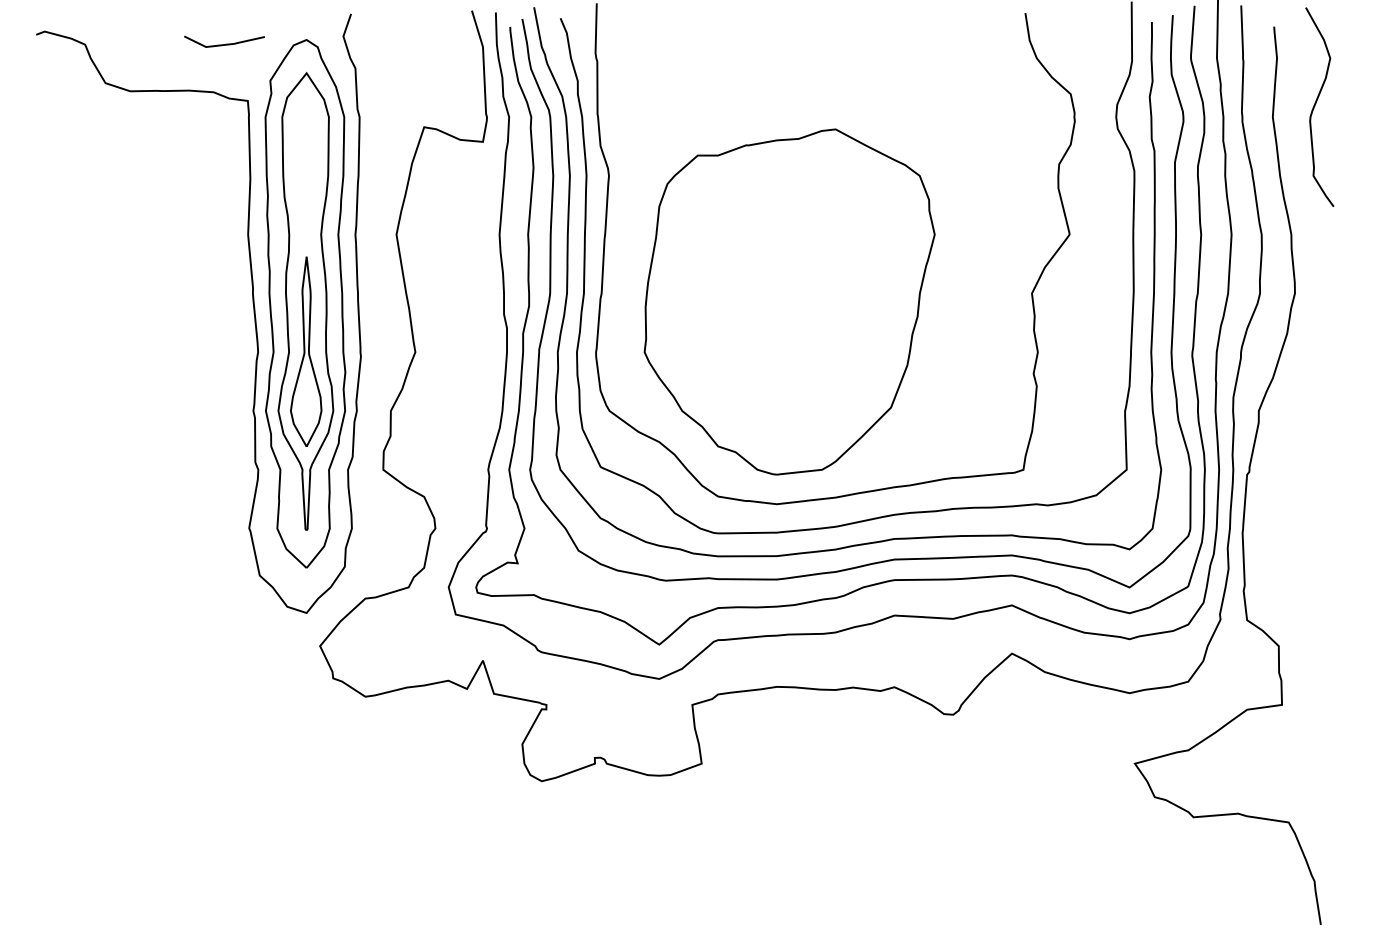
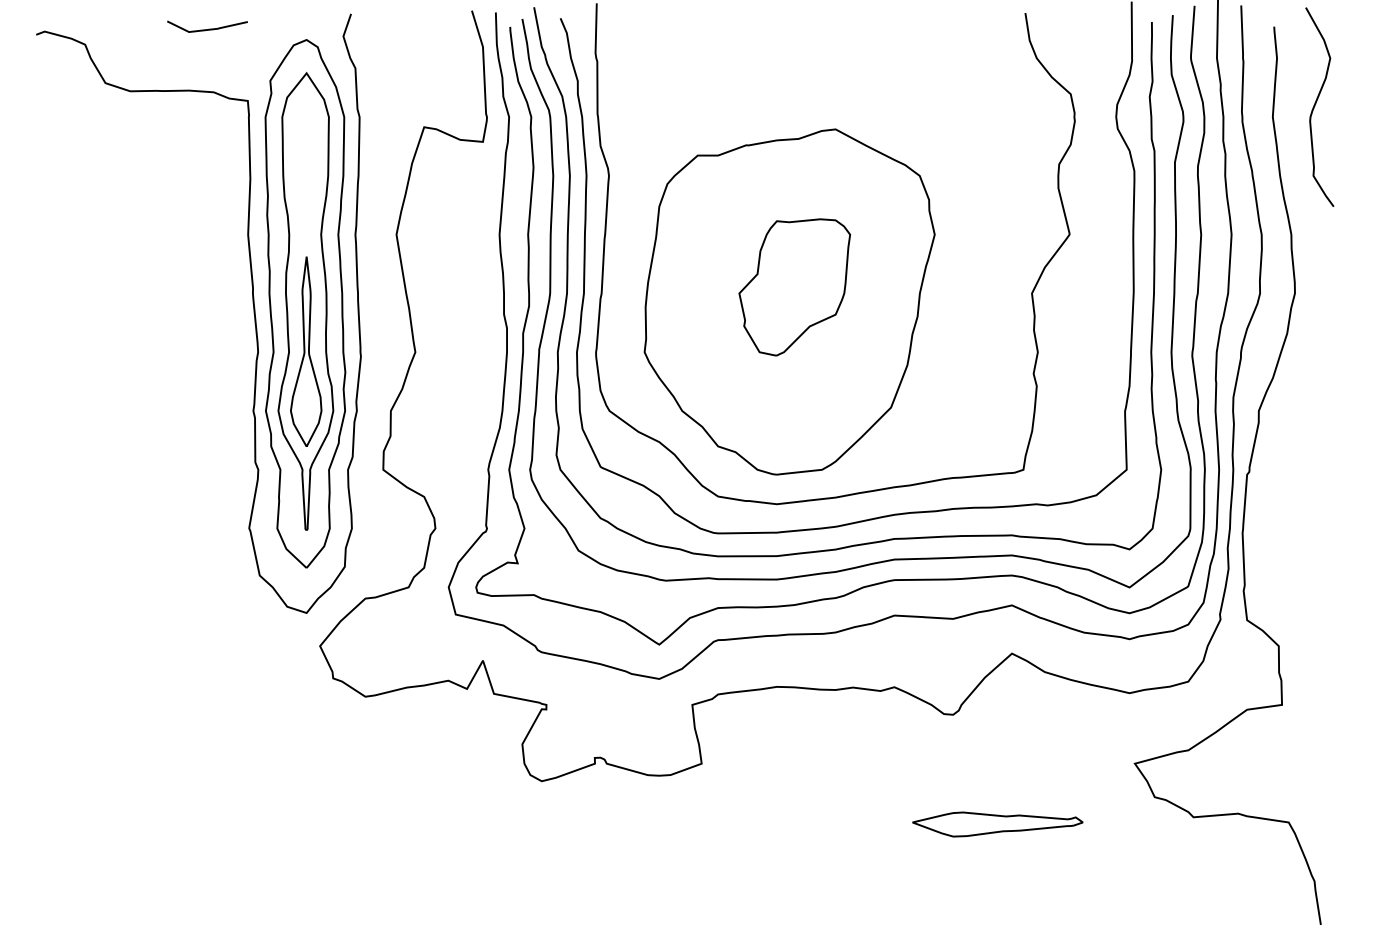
line at (225, 43) position: (225, 43) -> (208, 28)
part at (794, 287): none -> present
part at (997, 824): none -> present
